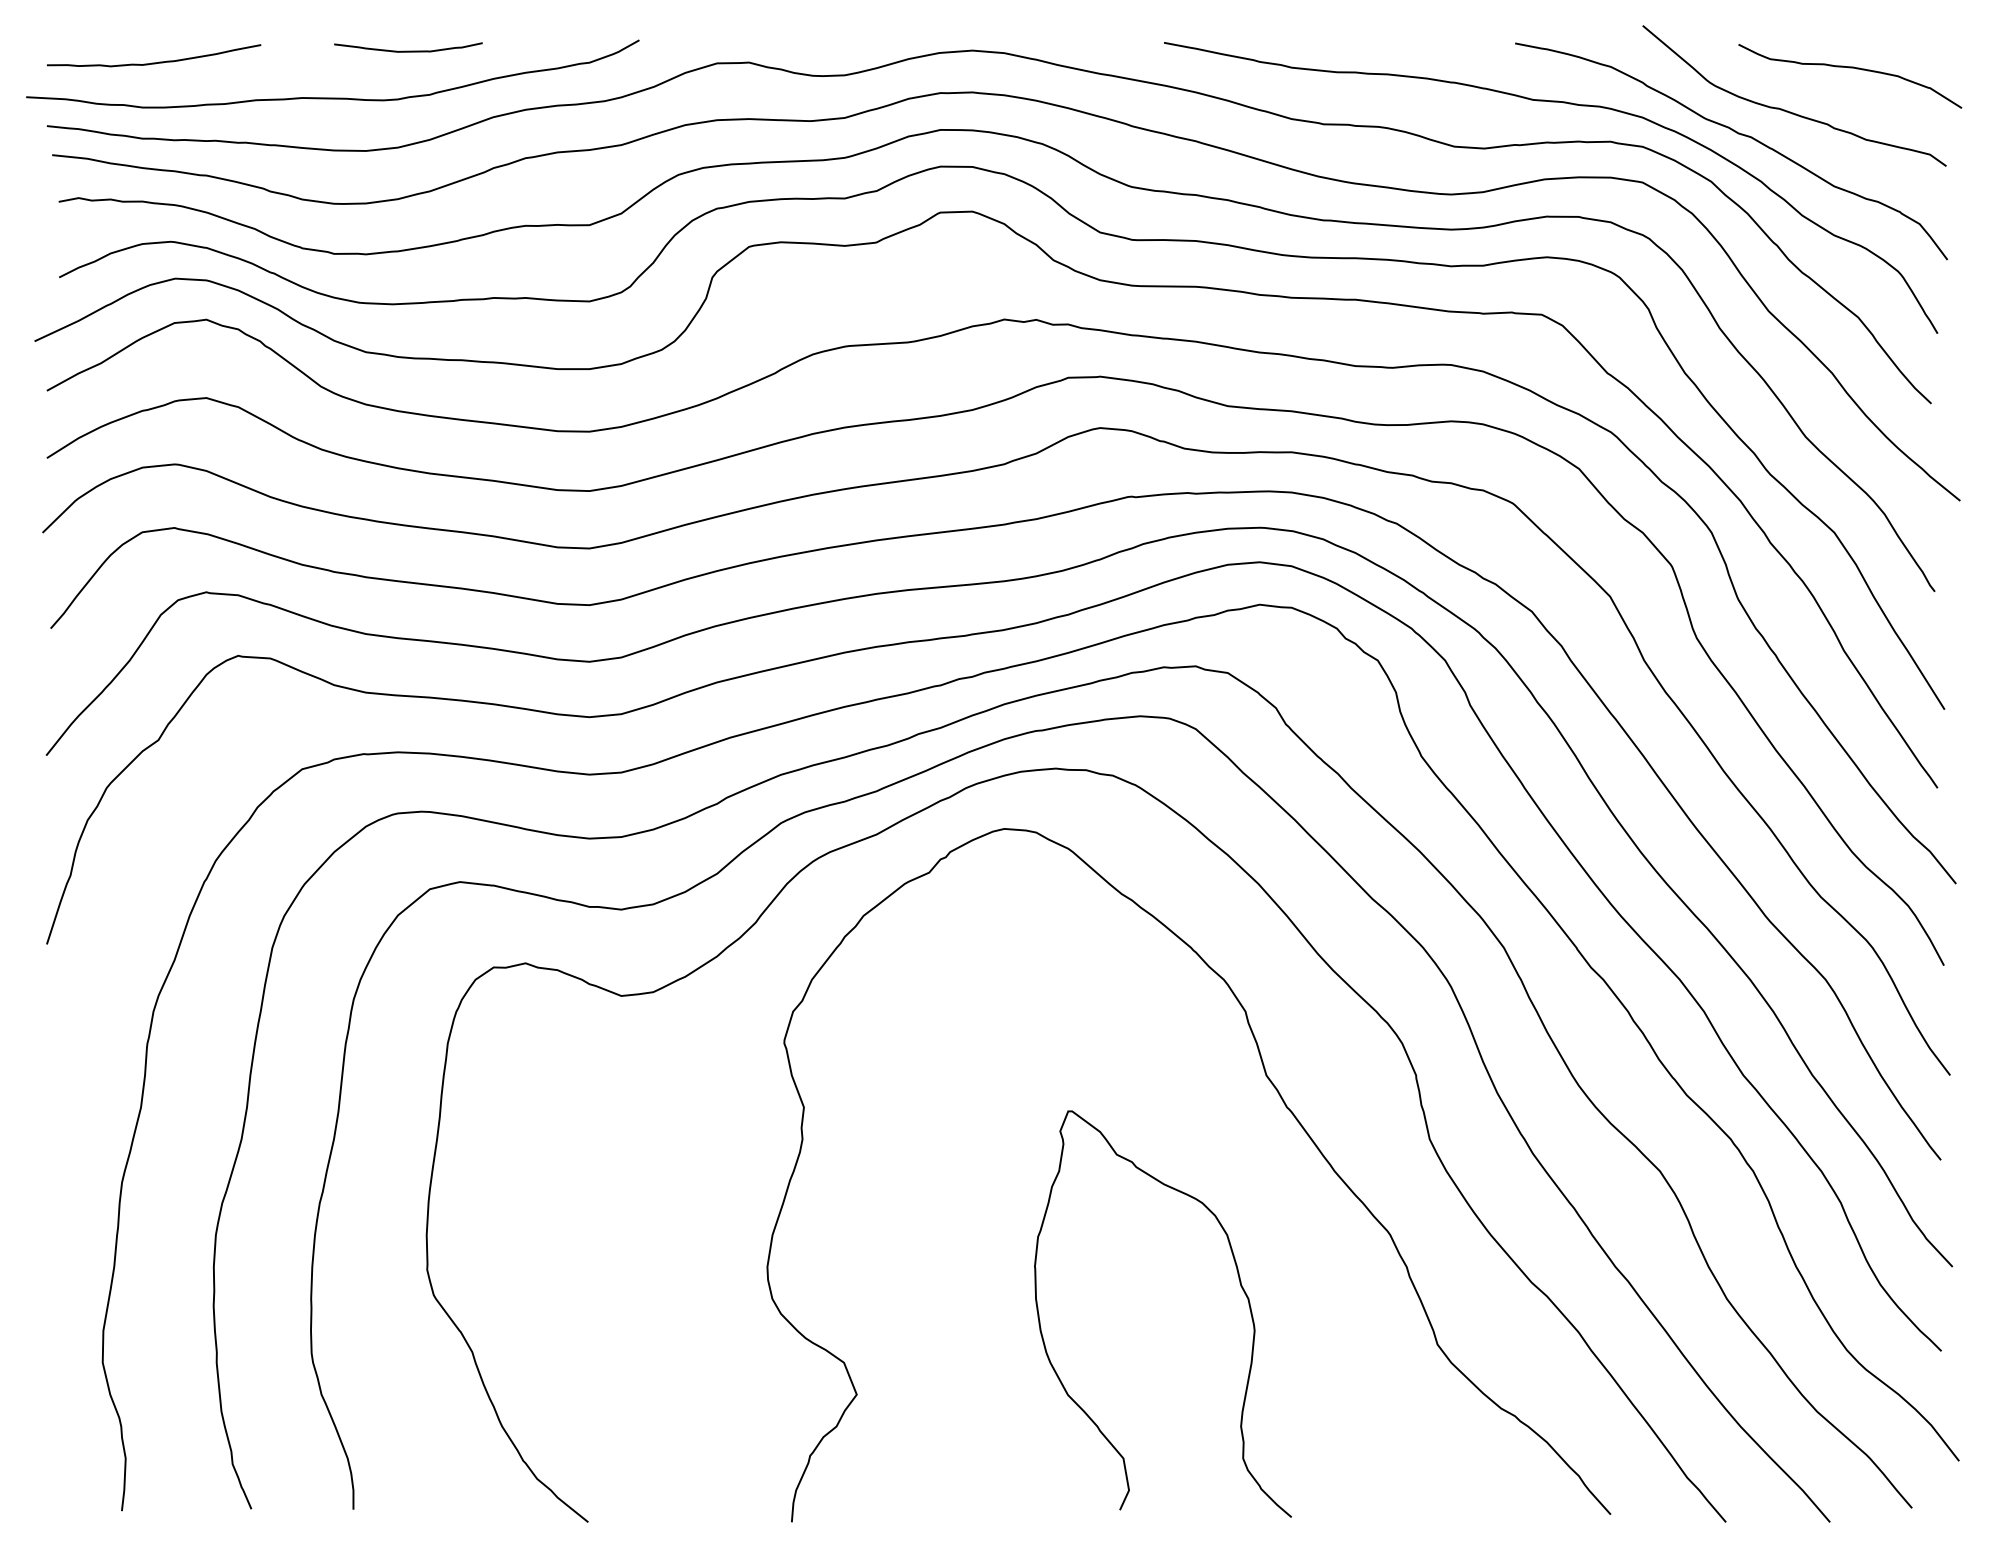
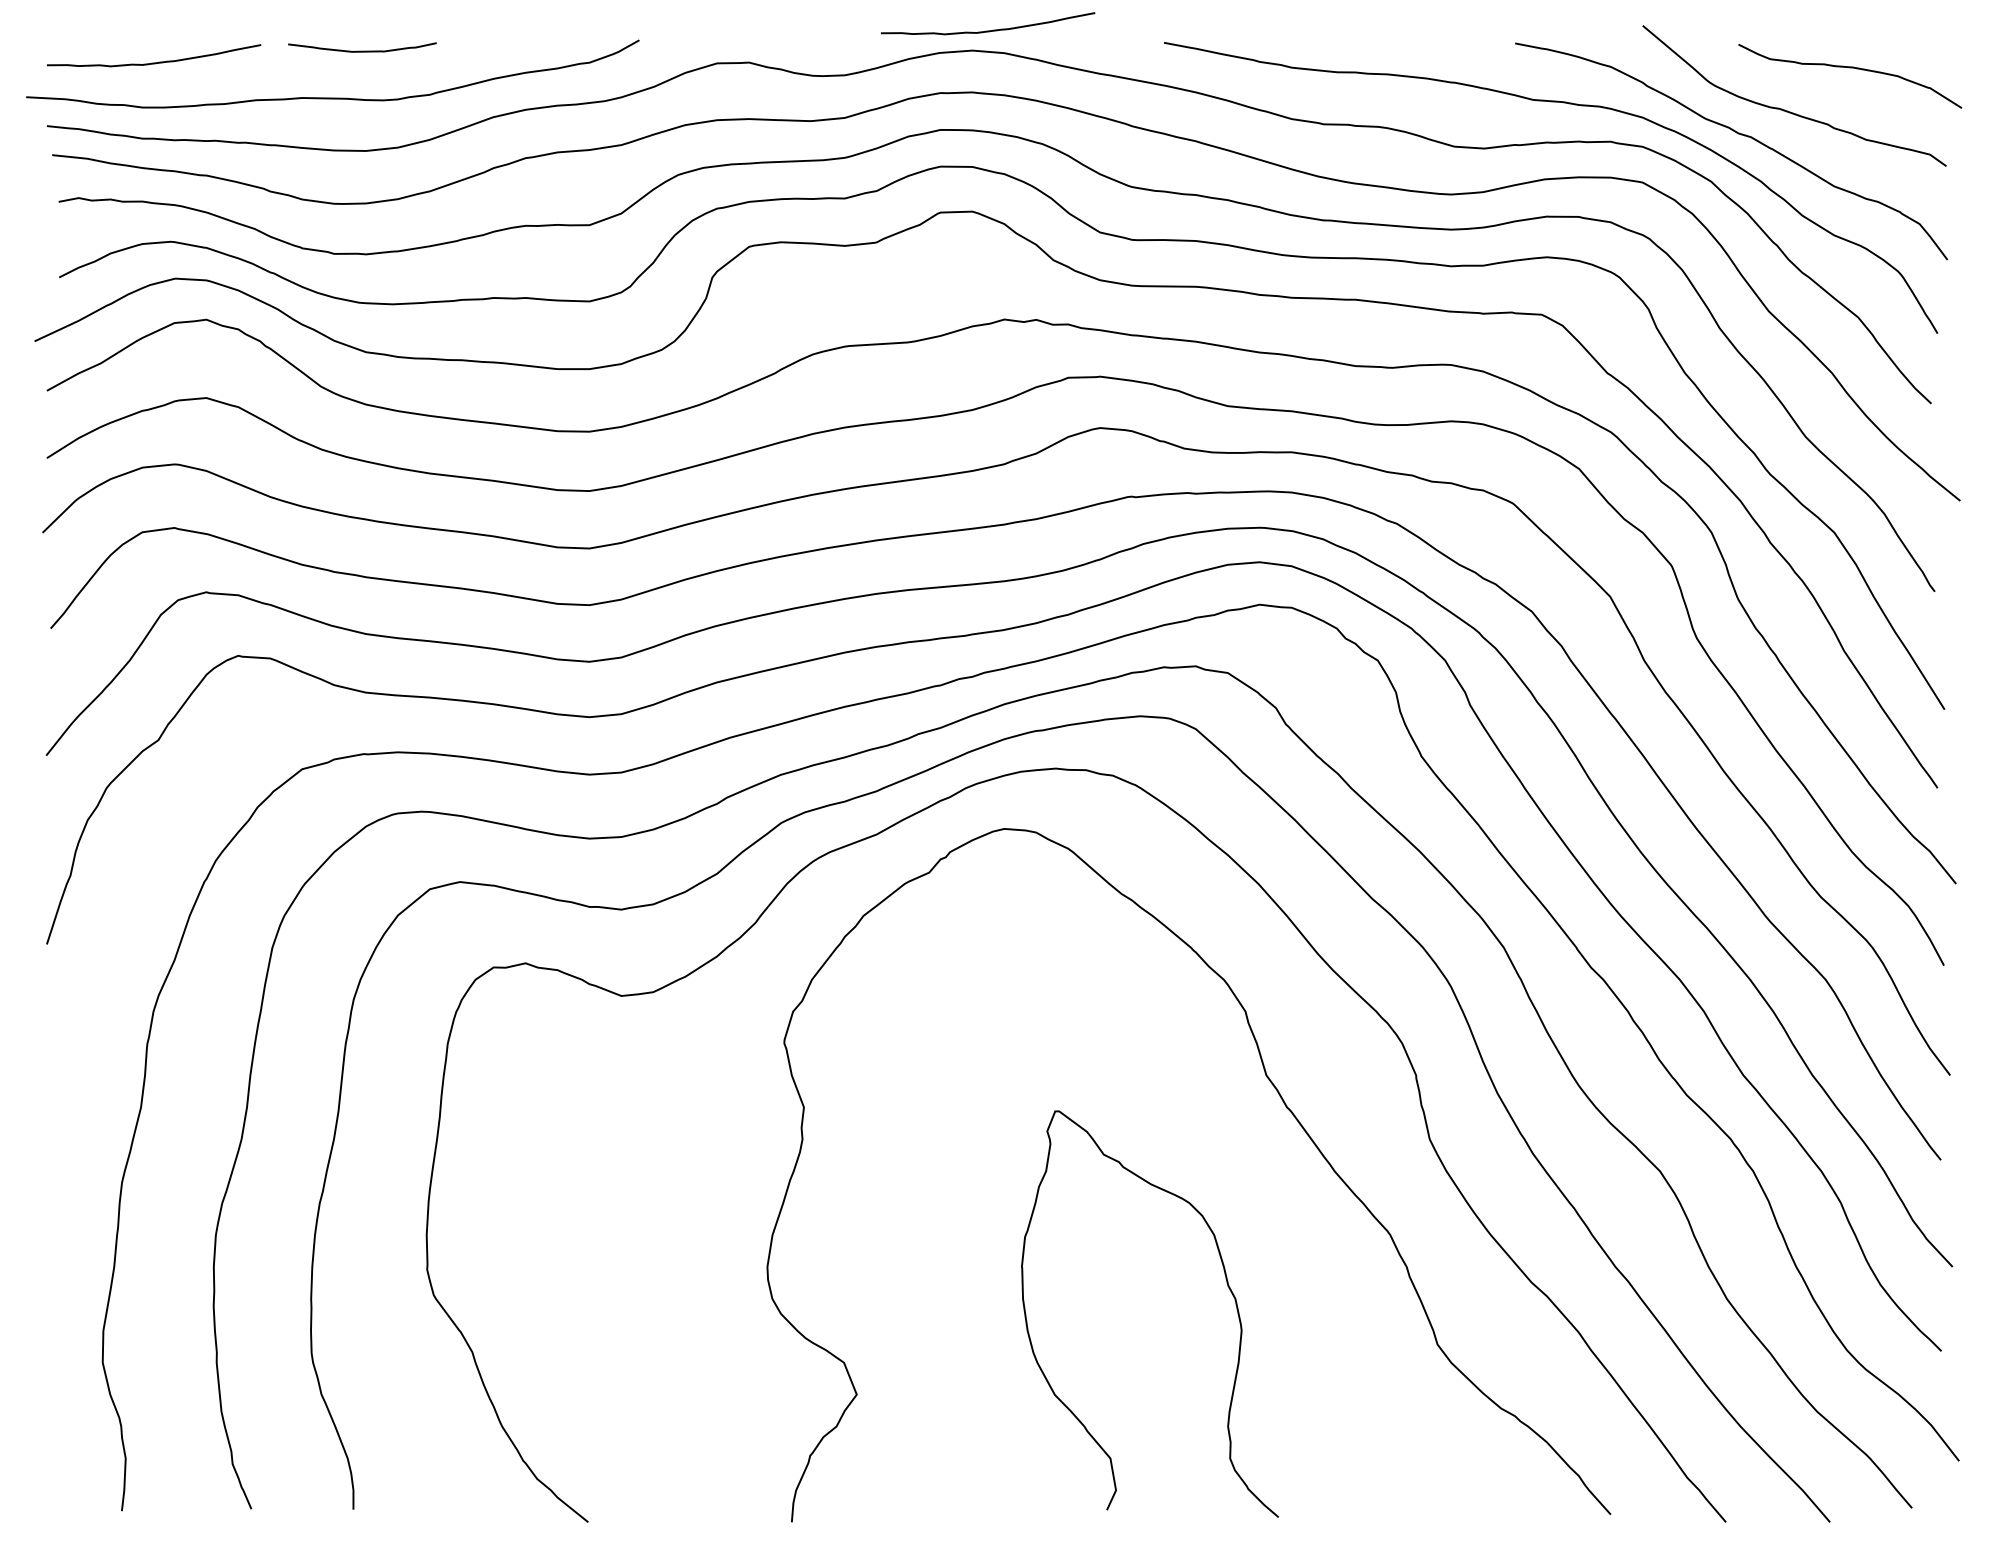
curve at (988, 30): none -> present
curve at (408, 50) position: (408, 50) -> (362, 50)
curve at (1240, 1286) position: (1240, 1286) -> (1227, 1286)
